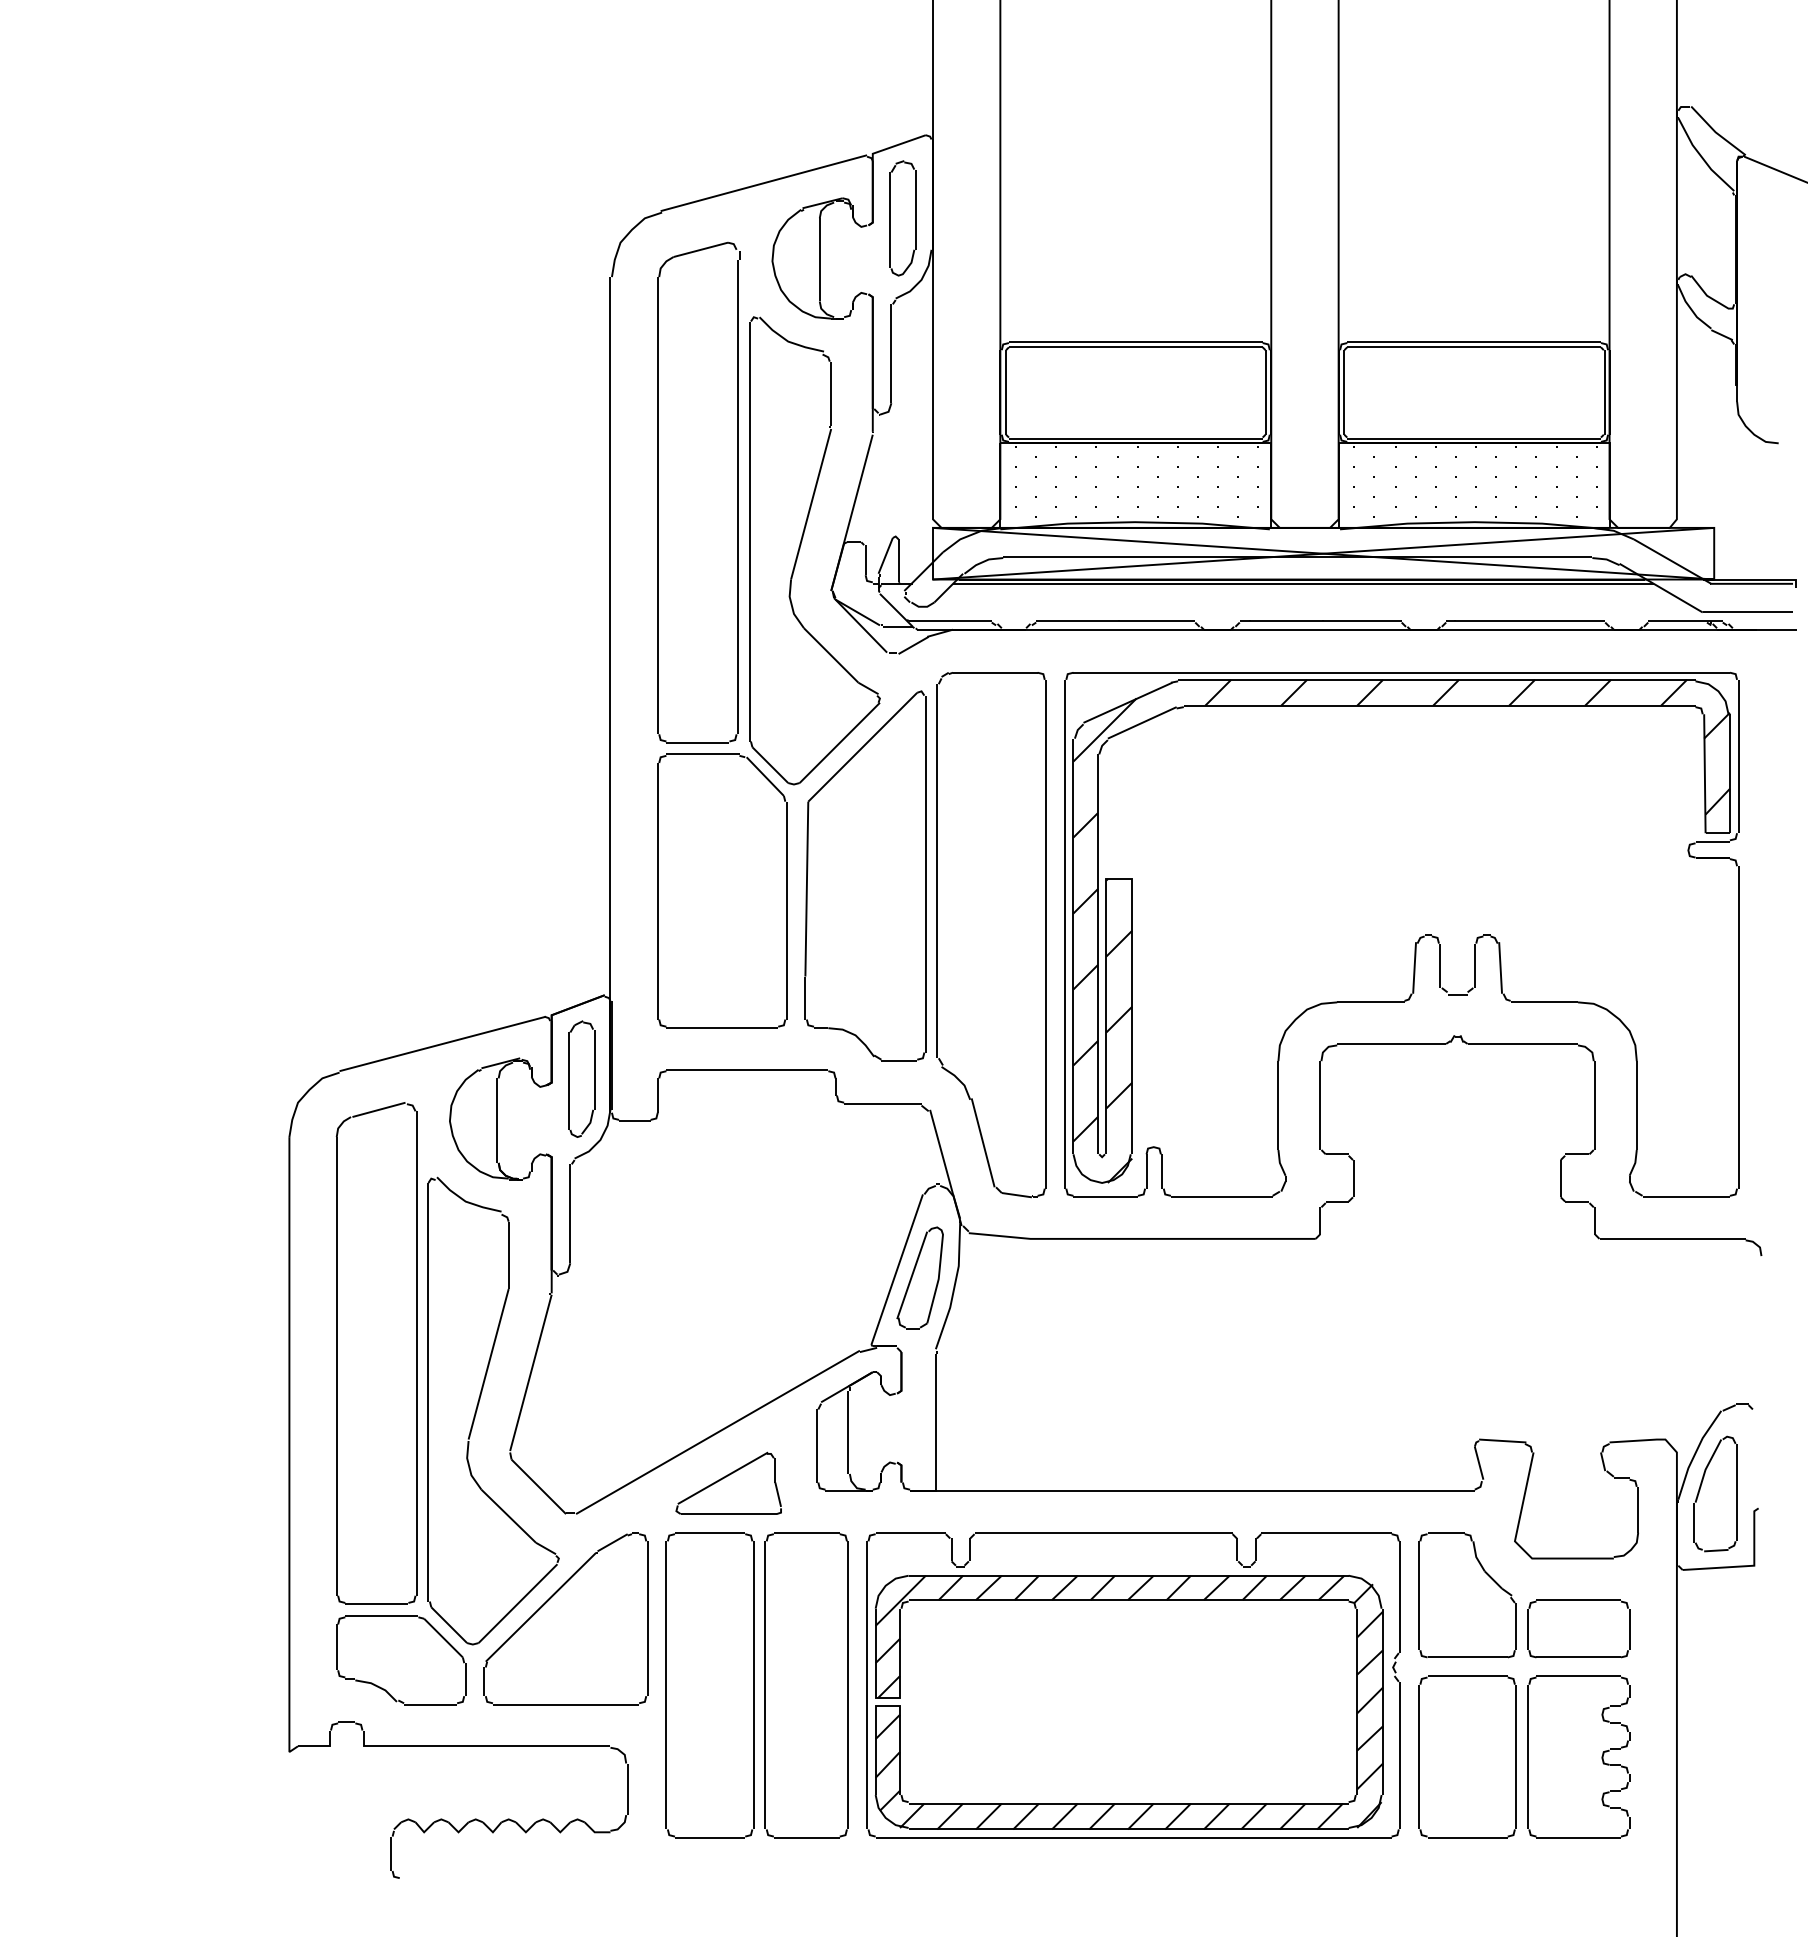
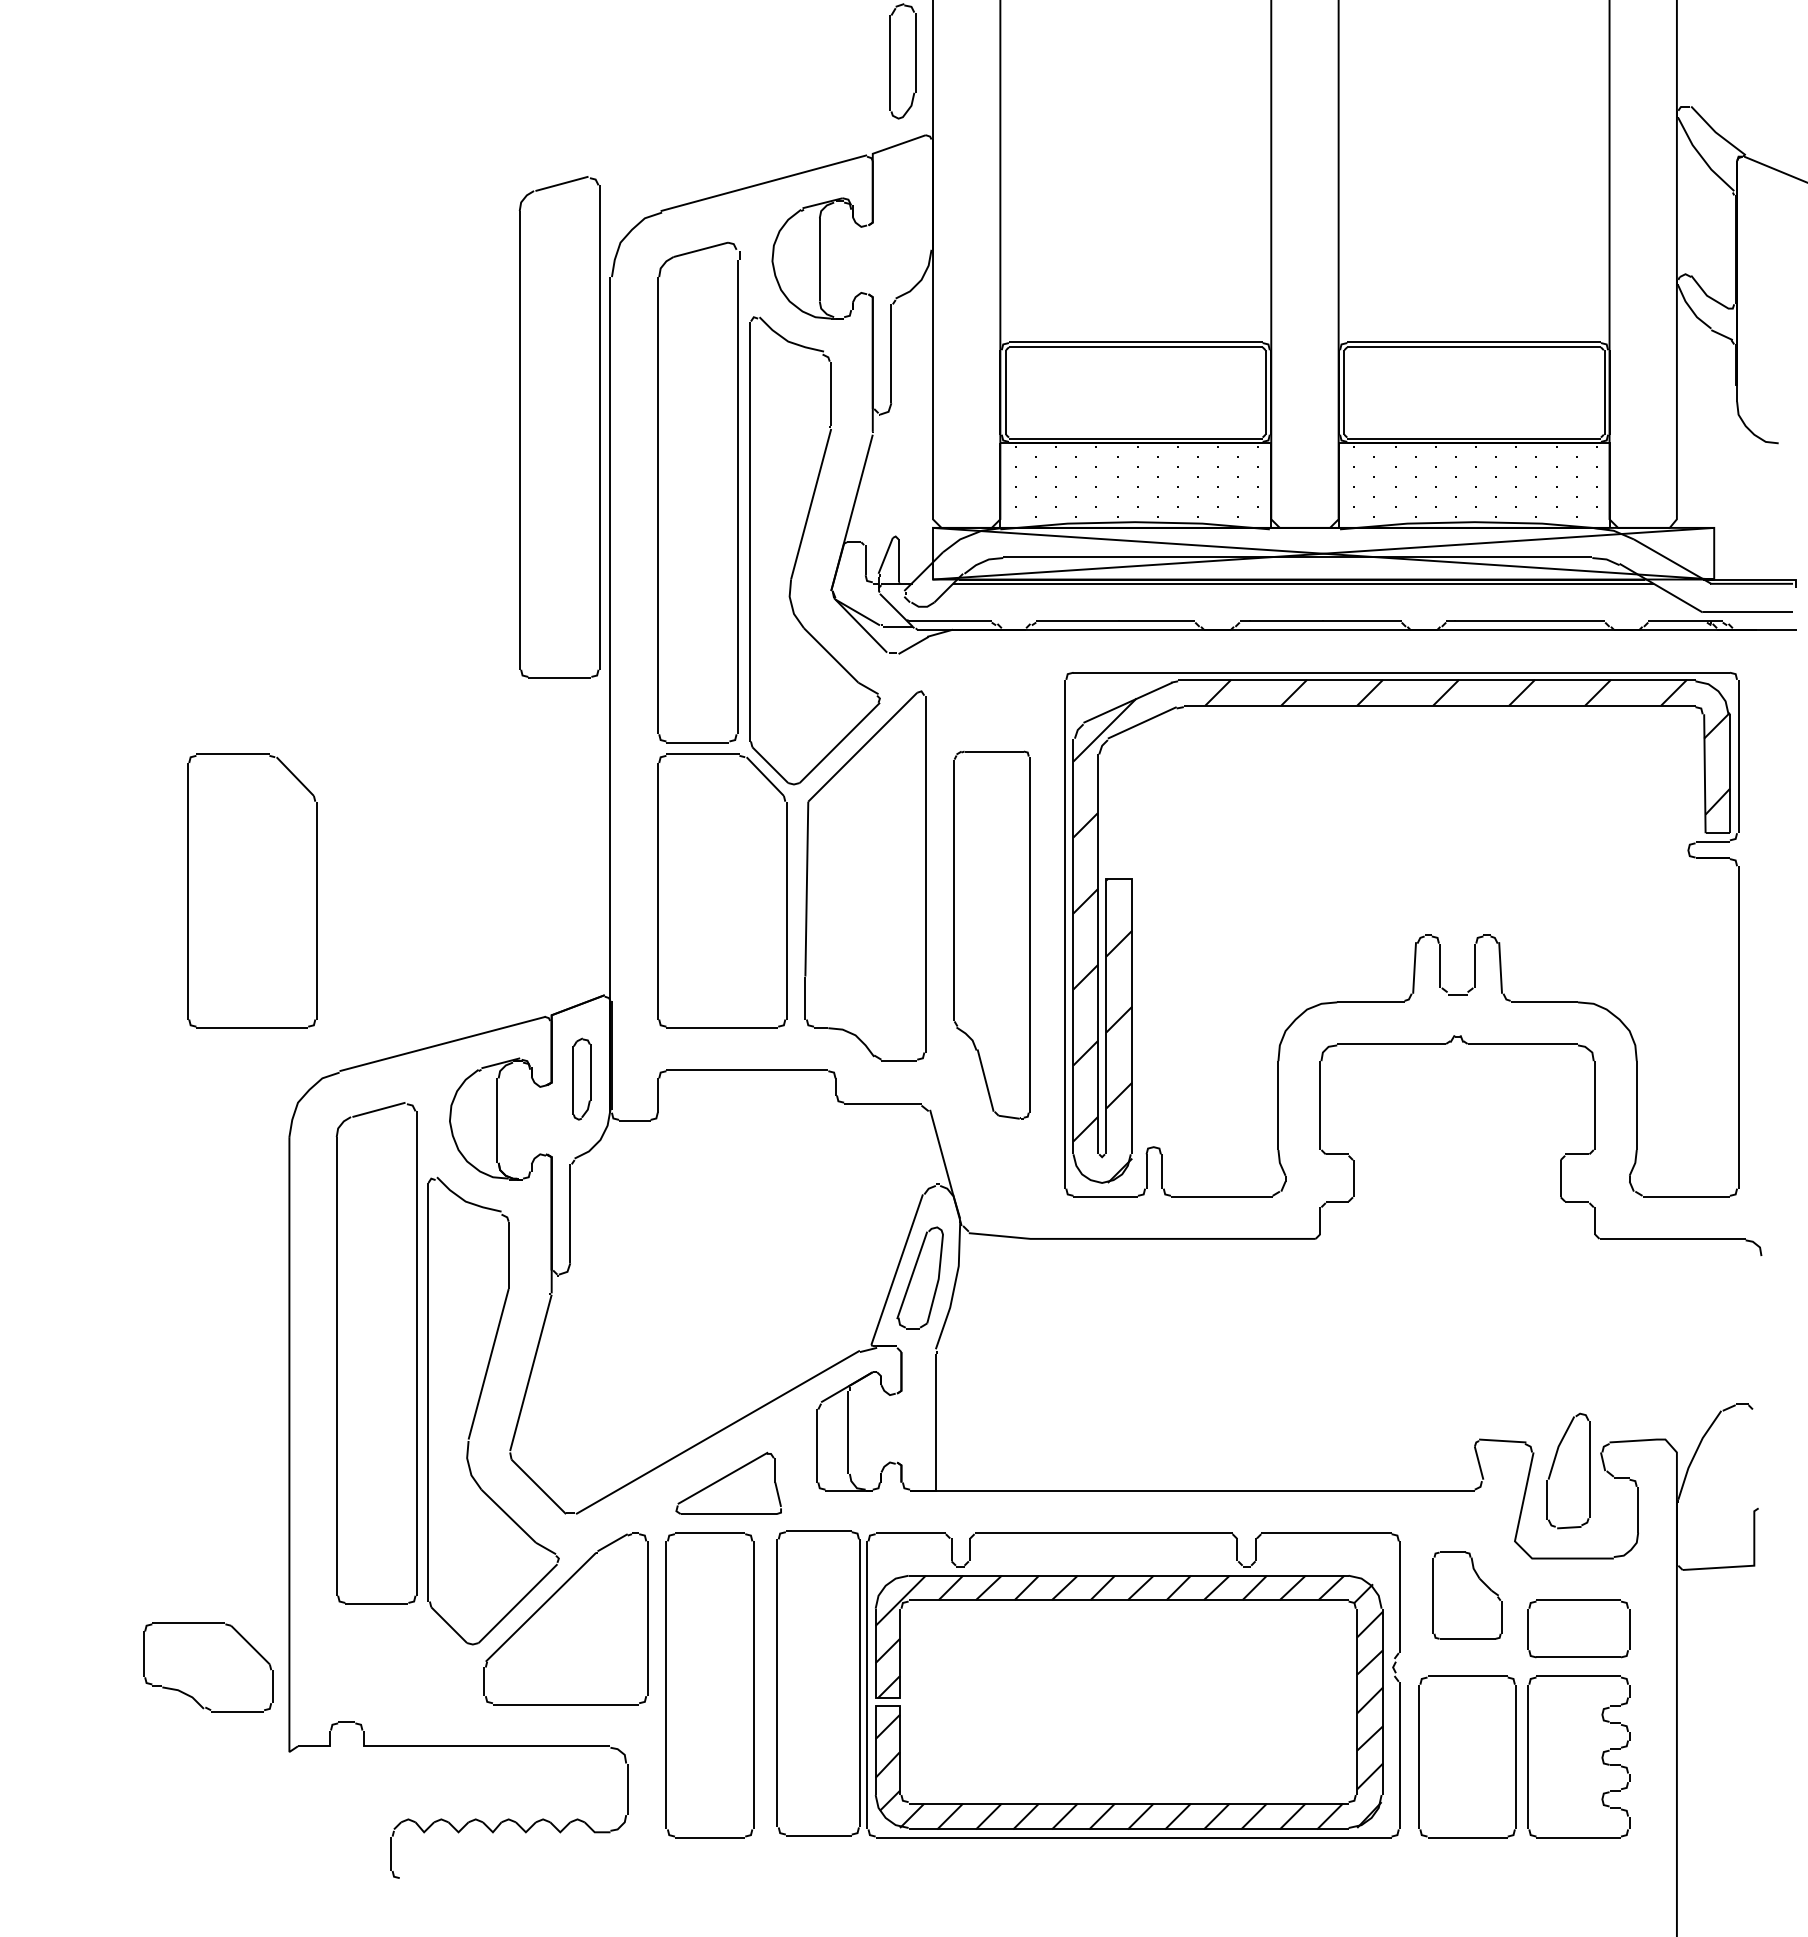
part at (902, 218) position: (902, 218) -> (902, 61)
part at (559, 427): none -> present
part at (252, 890): none -> present
part at (991, 935) size: 111x527 px -> 78x370 px
part at (581, 1078) size: 28x118 px -> 20x84 px
part at (1701, 1487) position: (1701, 1487) -> (1554, 1464)
part at (1467, 1595) size: 99x127 px -> 71x89 px
part at (401, 1660) position: (401, 1660) -> (208, 1667)
part at (806, 1685) position: (806, 1685) -> (818, 1683)
